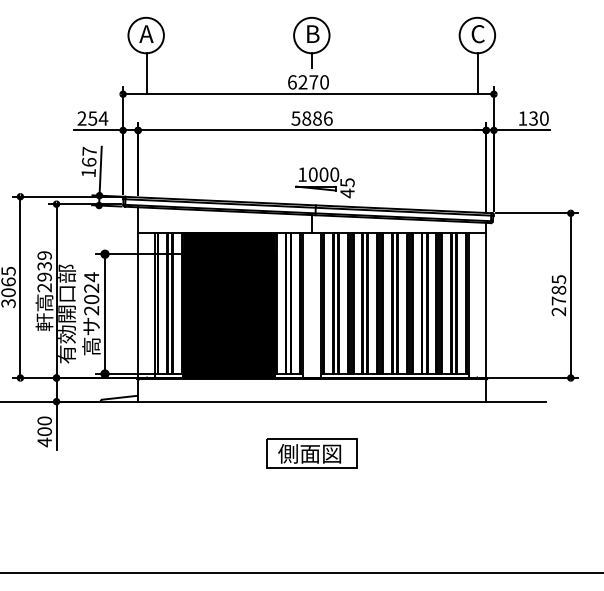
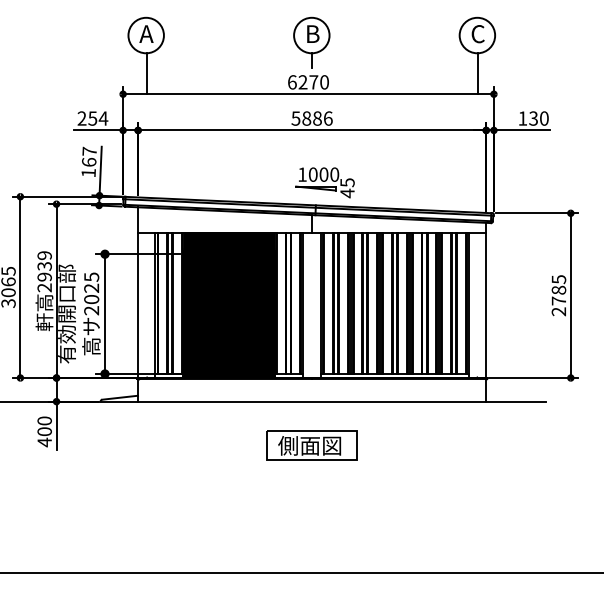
text at (91, 277): 2024 -> 2025
part at (311, 453) position: (311, 453) -> (311, 445)
